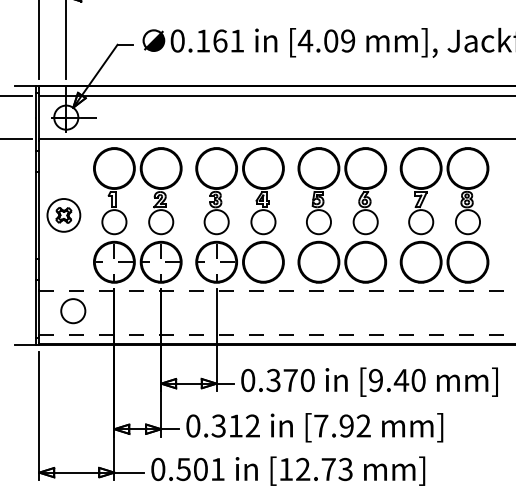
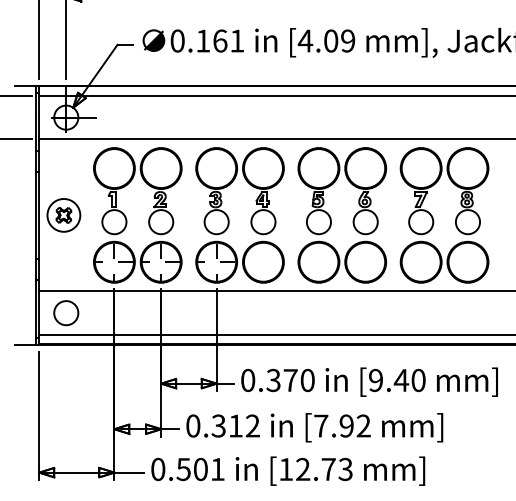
line at (277, 291): dashed -> solid
circle at (73, 311) position: (73, 311) -> (66, 313)
line at (277, 334): dashed -> solid
